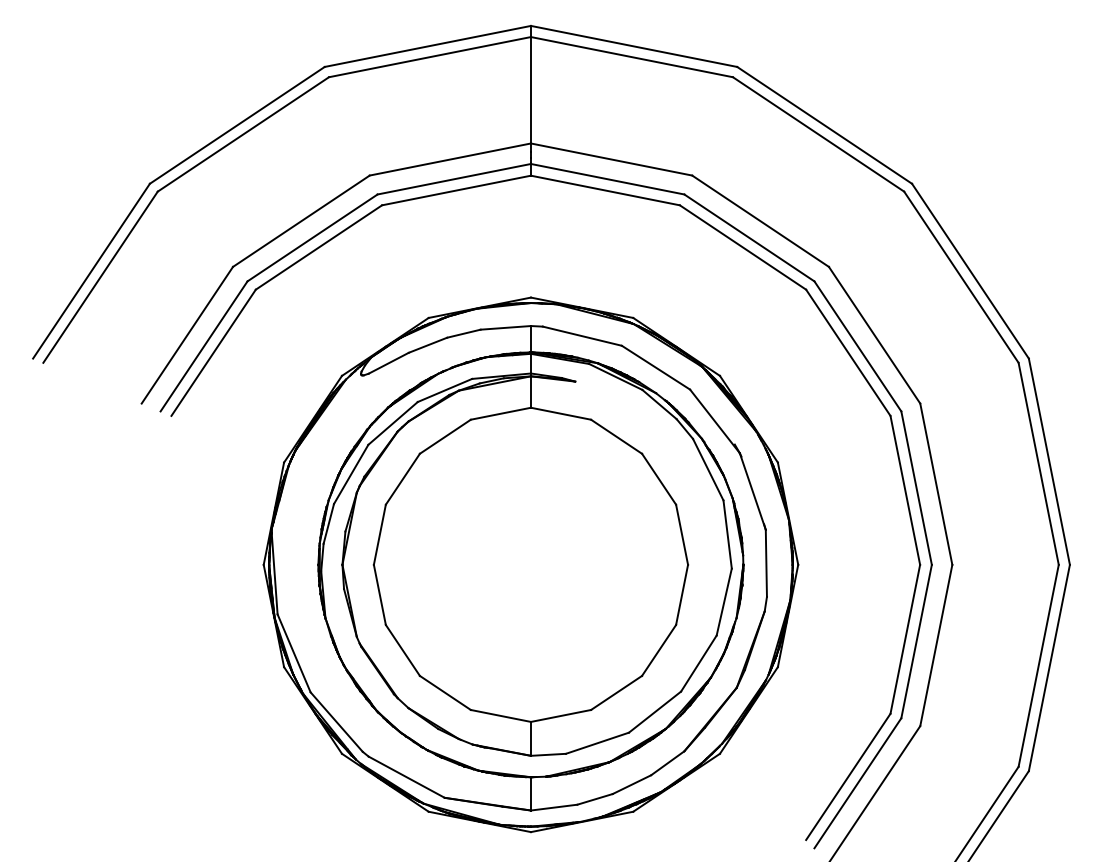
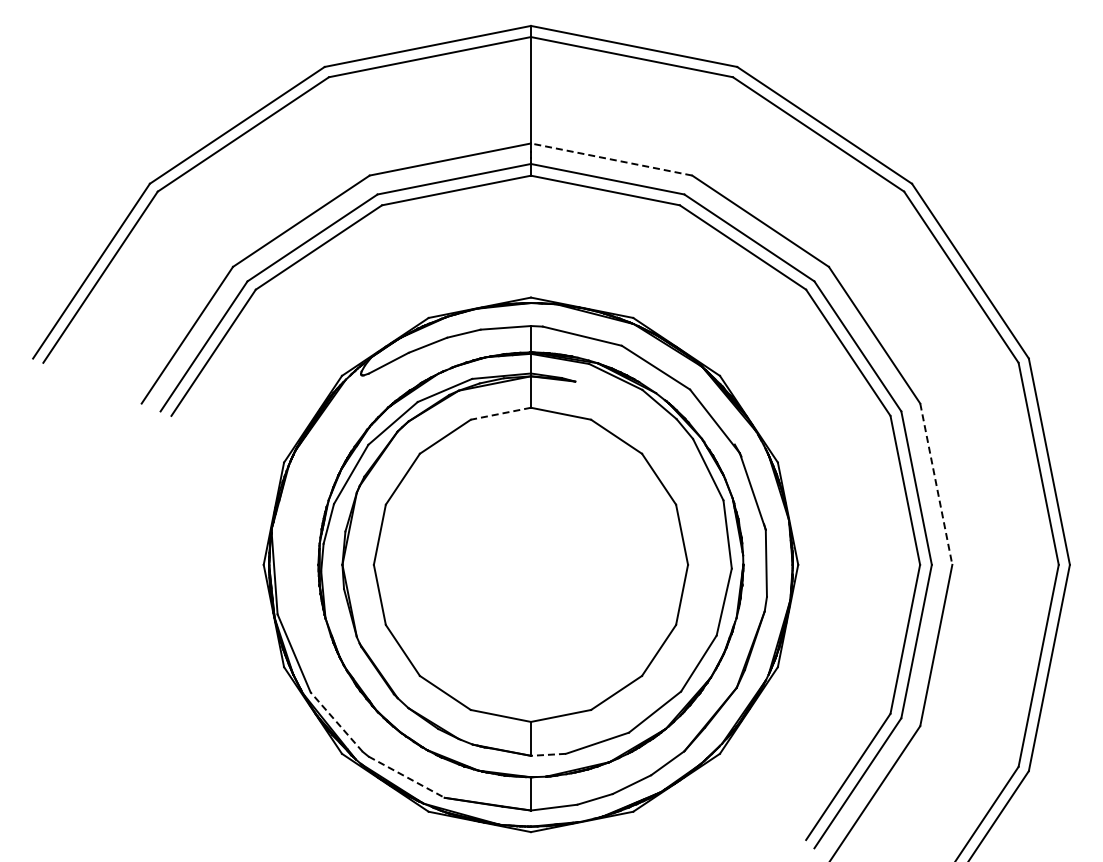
line at (611, 159): solid -> dashed
line at (500, 413): solid -> dashed
line at (936, 484): solid -> dashed
line at (336, 722): solid -> dashed
line at (548, 754): solid -> dashed
line at (407, 777): solid -> dashed
